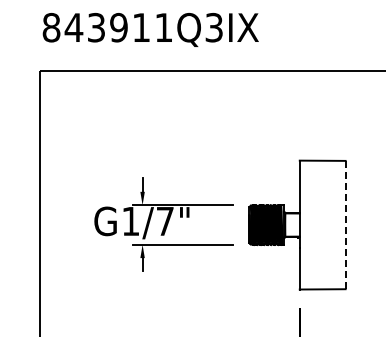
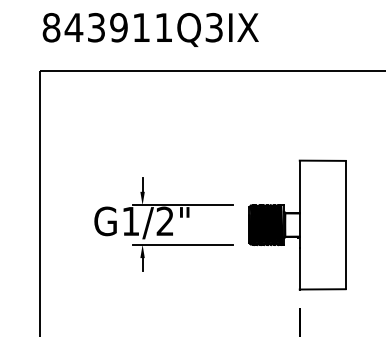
text at (164, 220): G1/7" -> G1/2"
line at (345, 224): dashed -> solid
